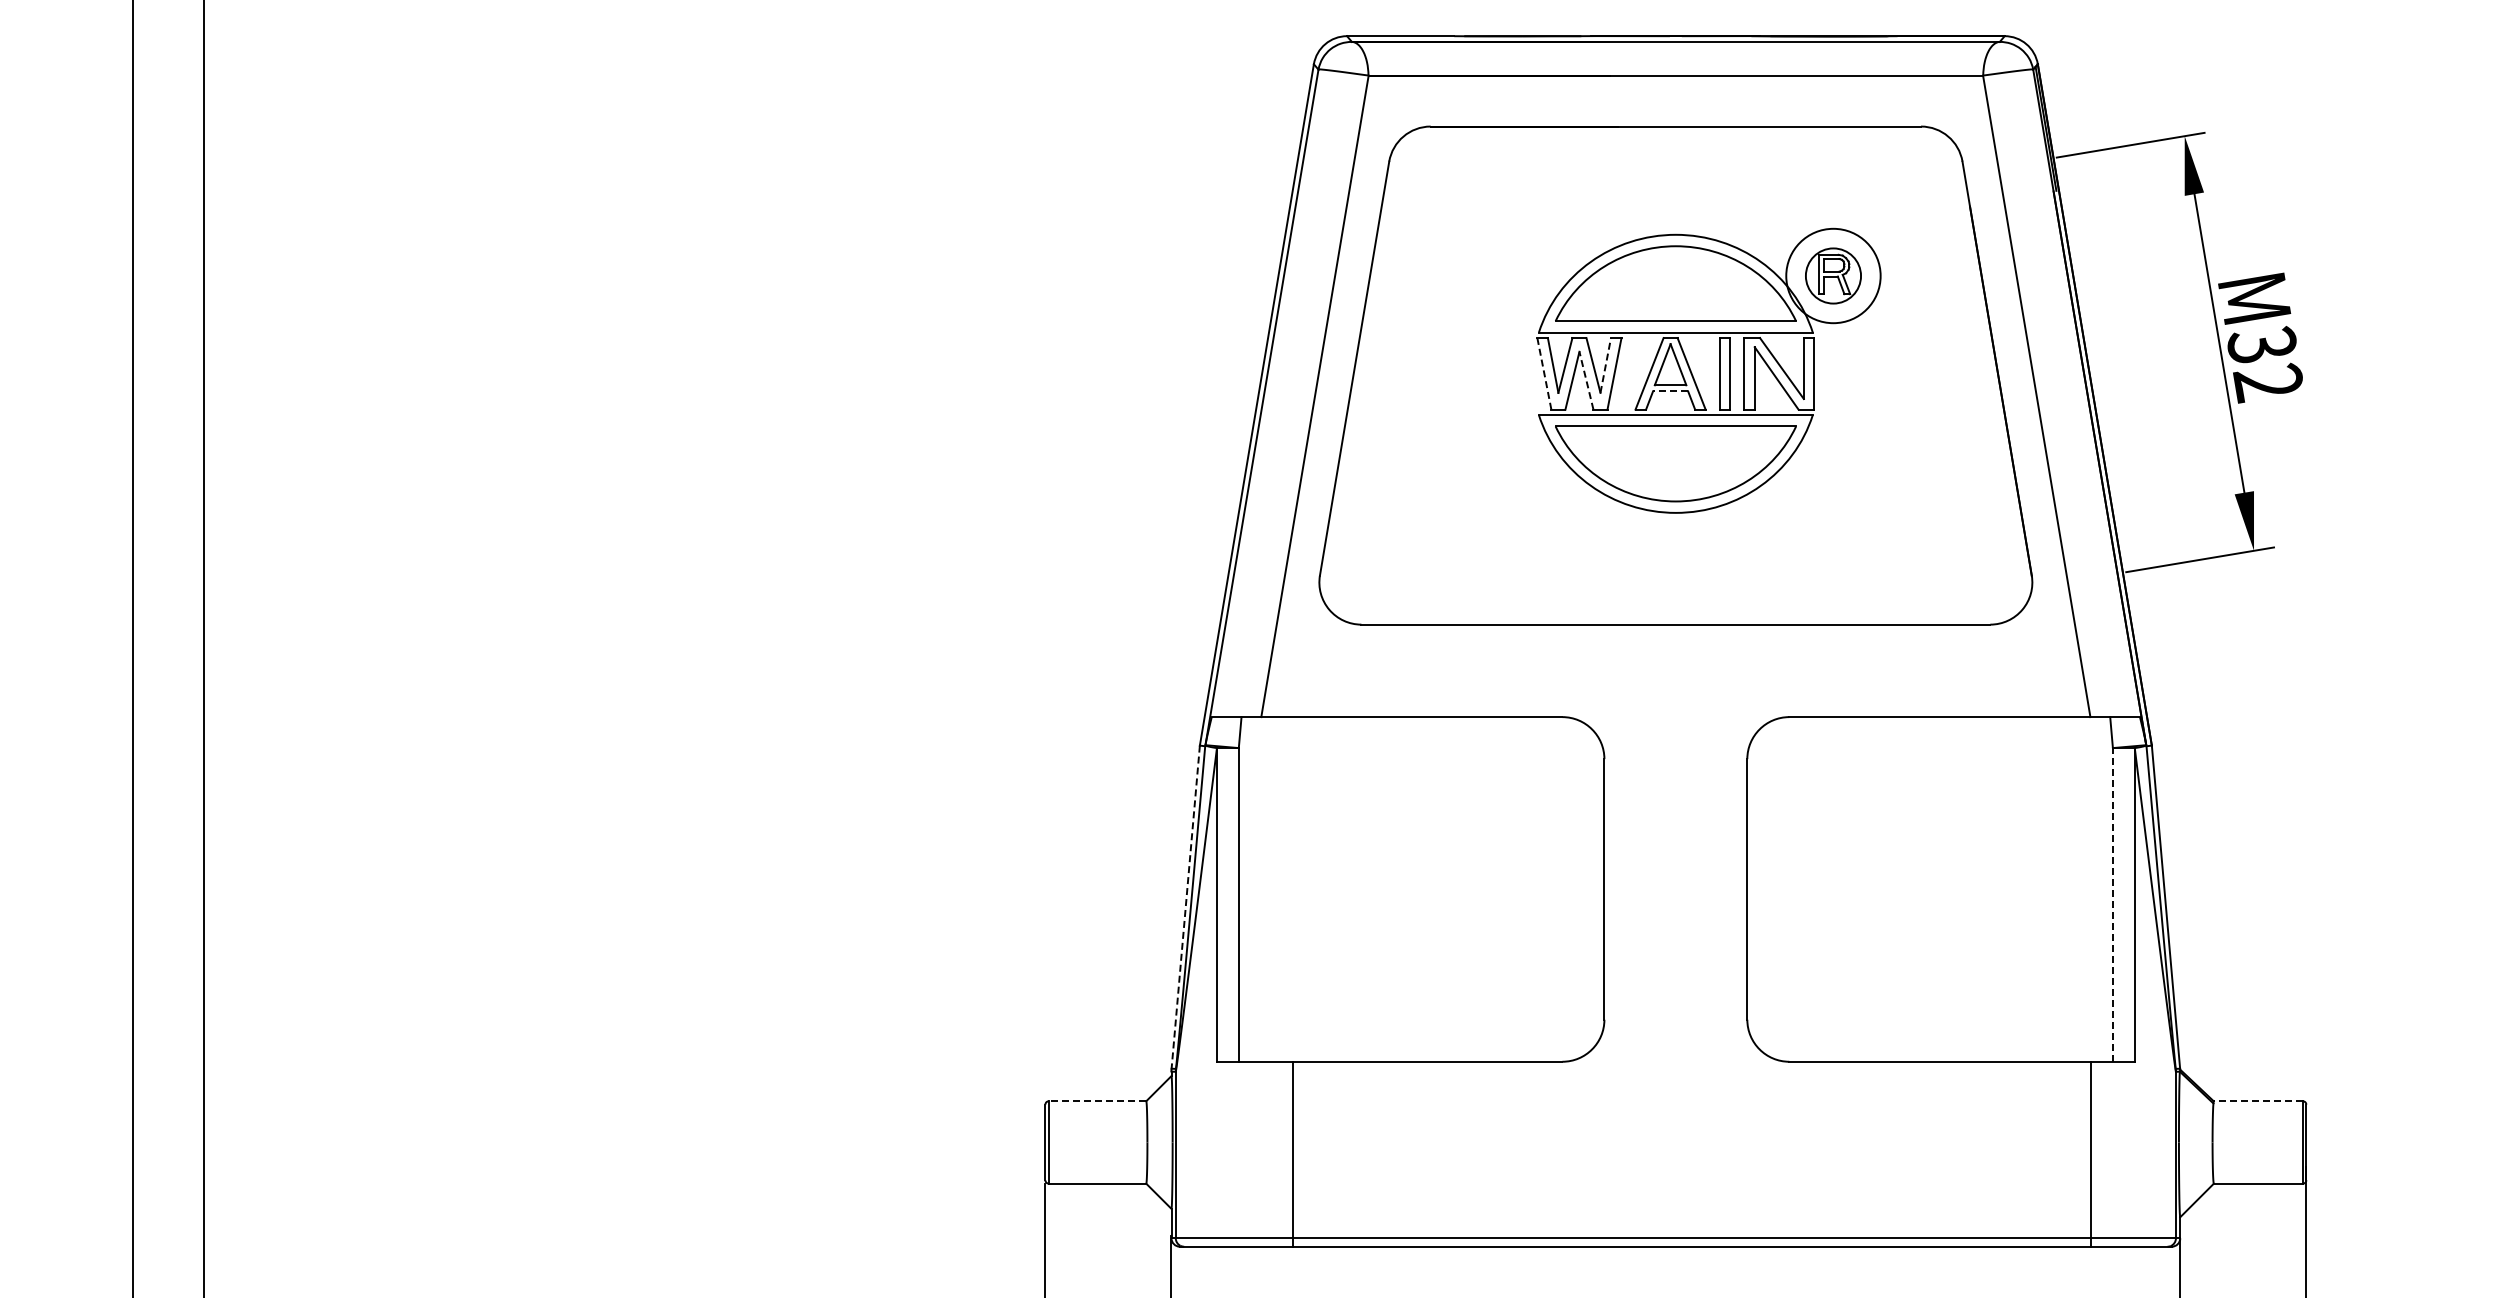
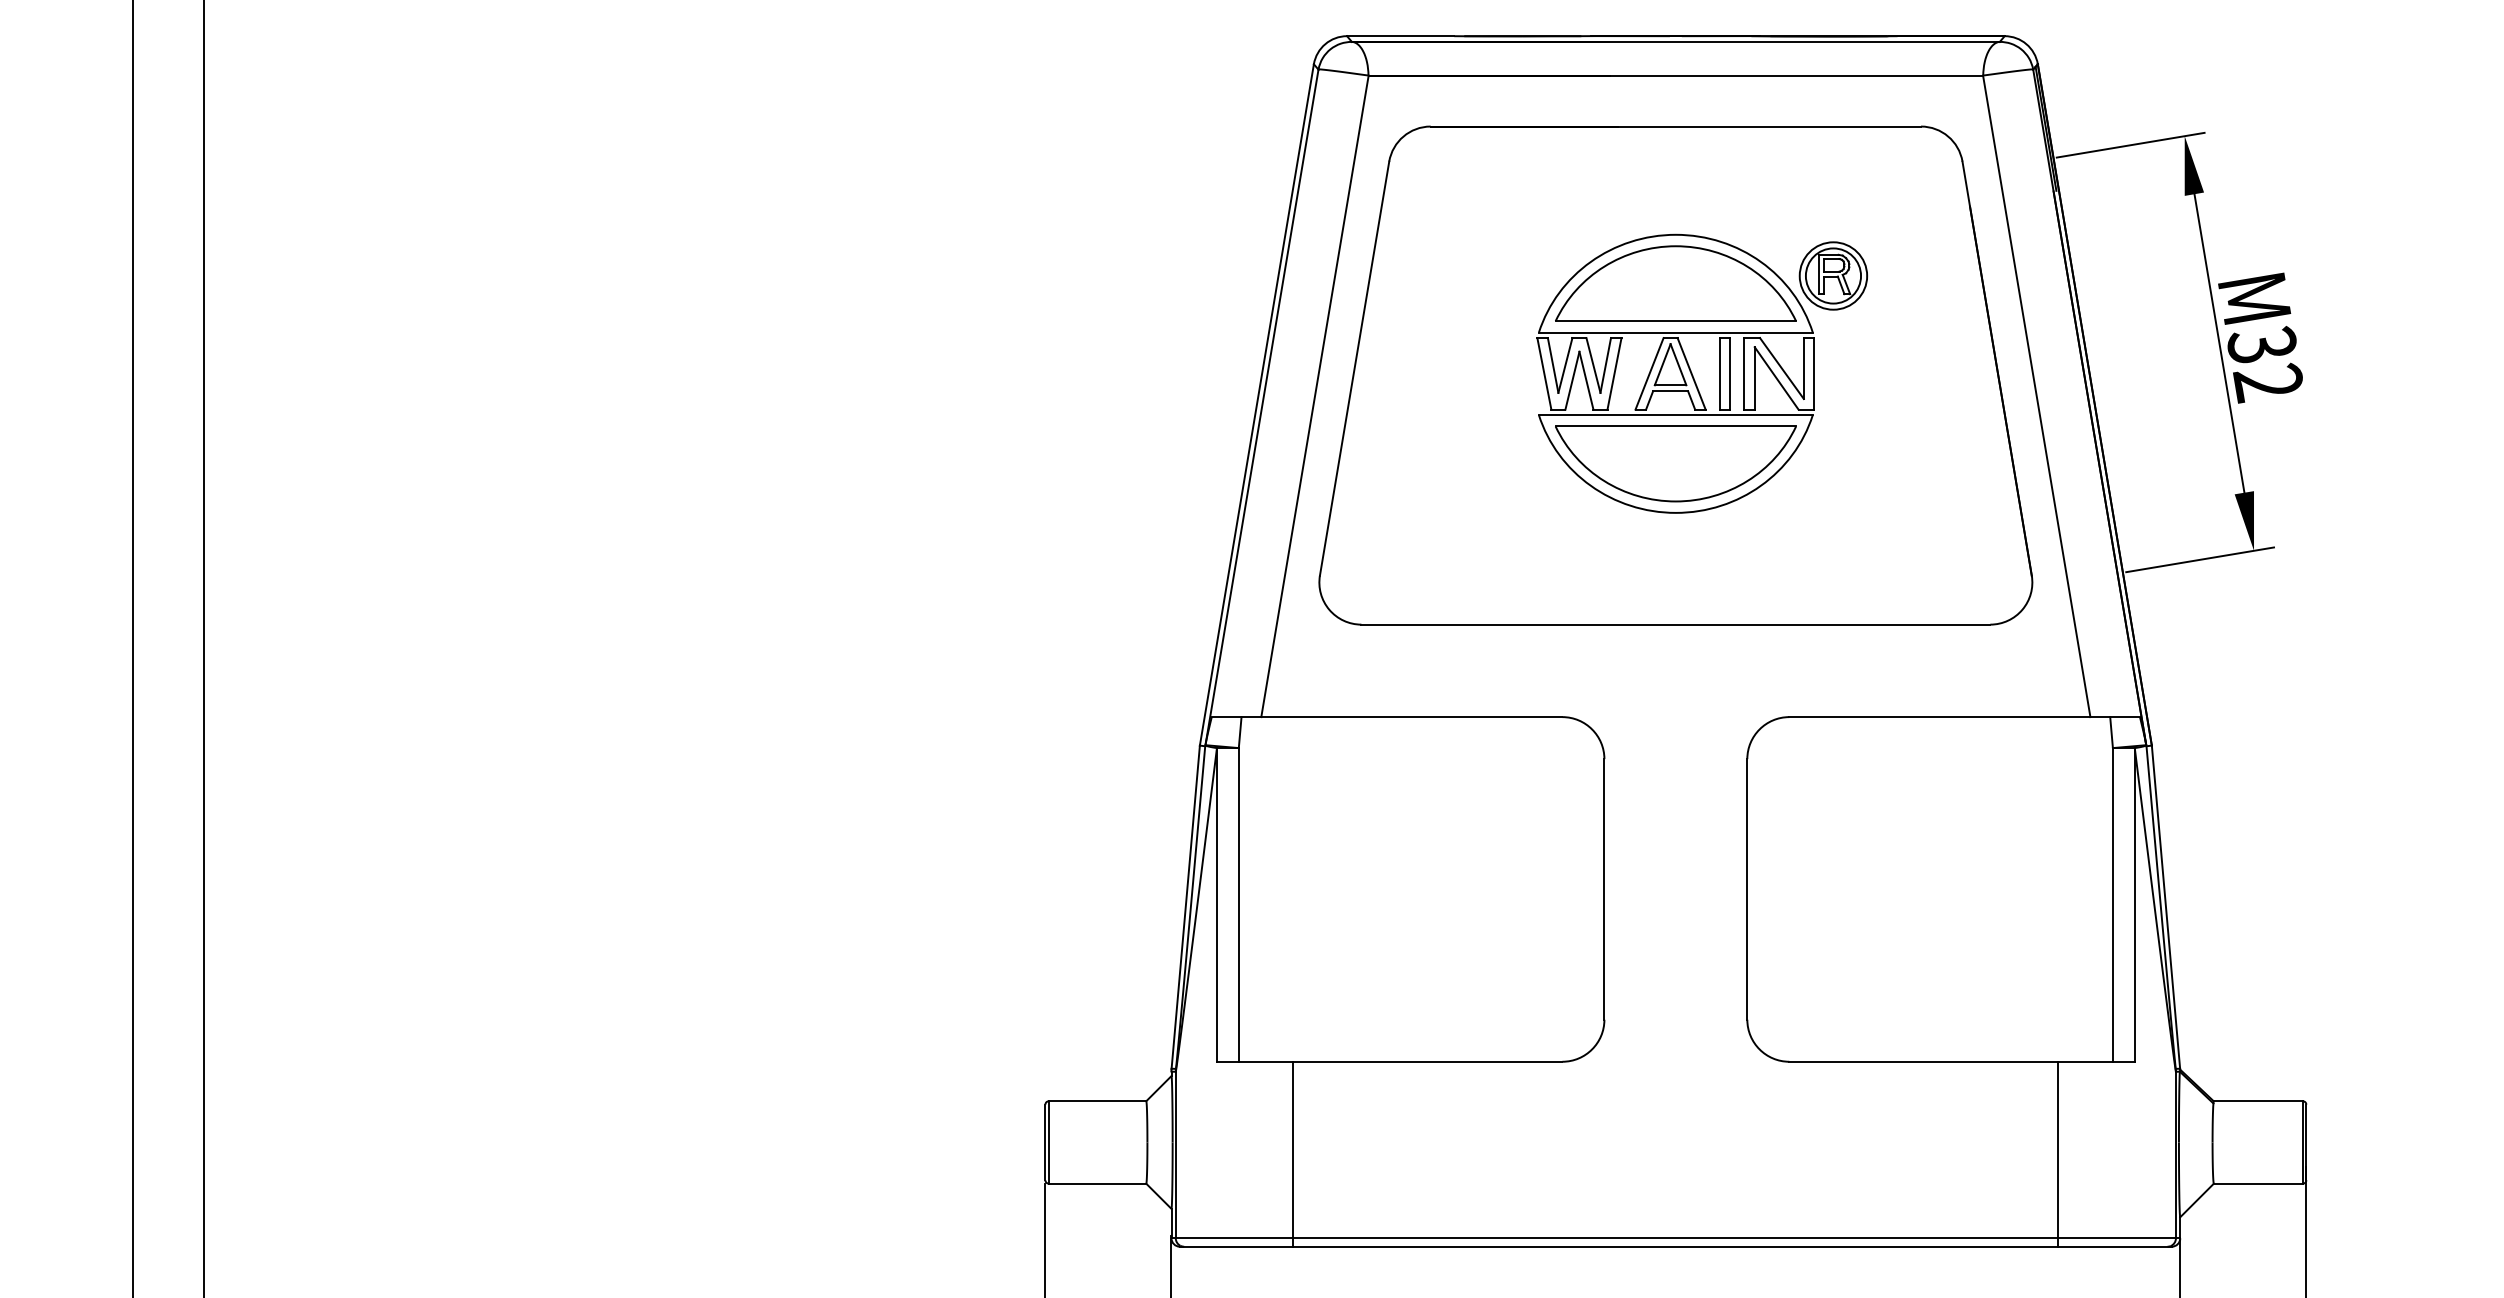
circle at (1833, 275) diameter: 94 px -> 67 px
line at (1605, 365): dashed -> solid
line at (1544, 373): dashed -> solid
line at (1586, 380): dashed -> solid
line at (1670, 391): dashed -> solid
line at (2112, 904): dashed -> solid
line at (1185, 907): dashed -> solid
line at (1097, 1101): dashed -> solid
line at (2258, 1101): dashed -> solid
line at (2091, 1153) position: (2091, 1153) -> (2058, 1153)
